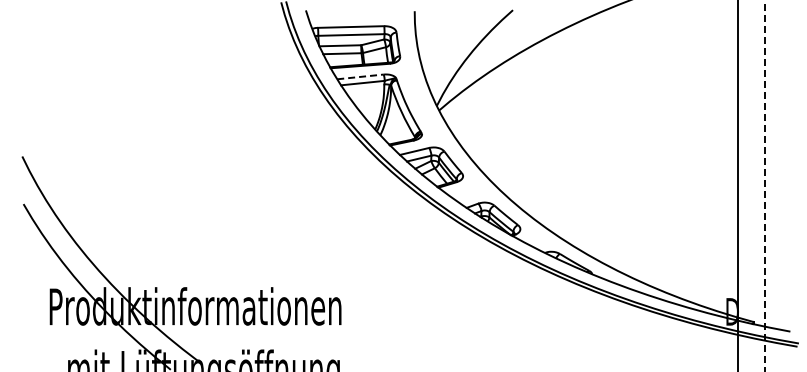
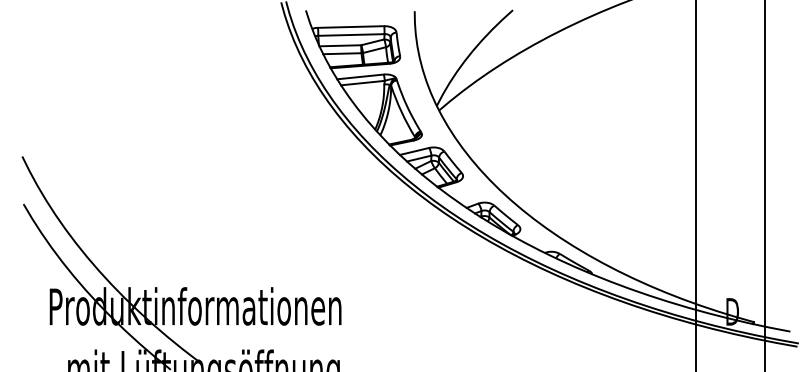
line at (361, 76): dashed -> solid
line at (738, 185) position: (738, 185) -> (696, 185)
line at (765, 186): dashed -> solid
